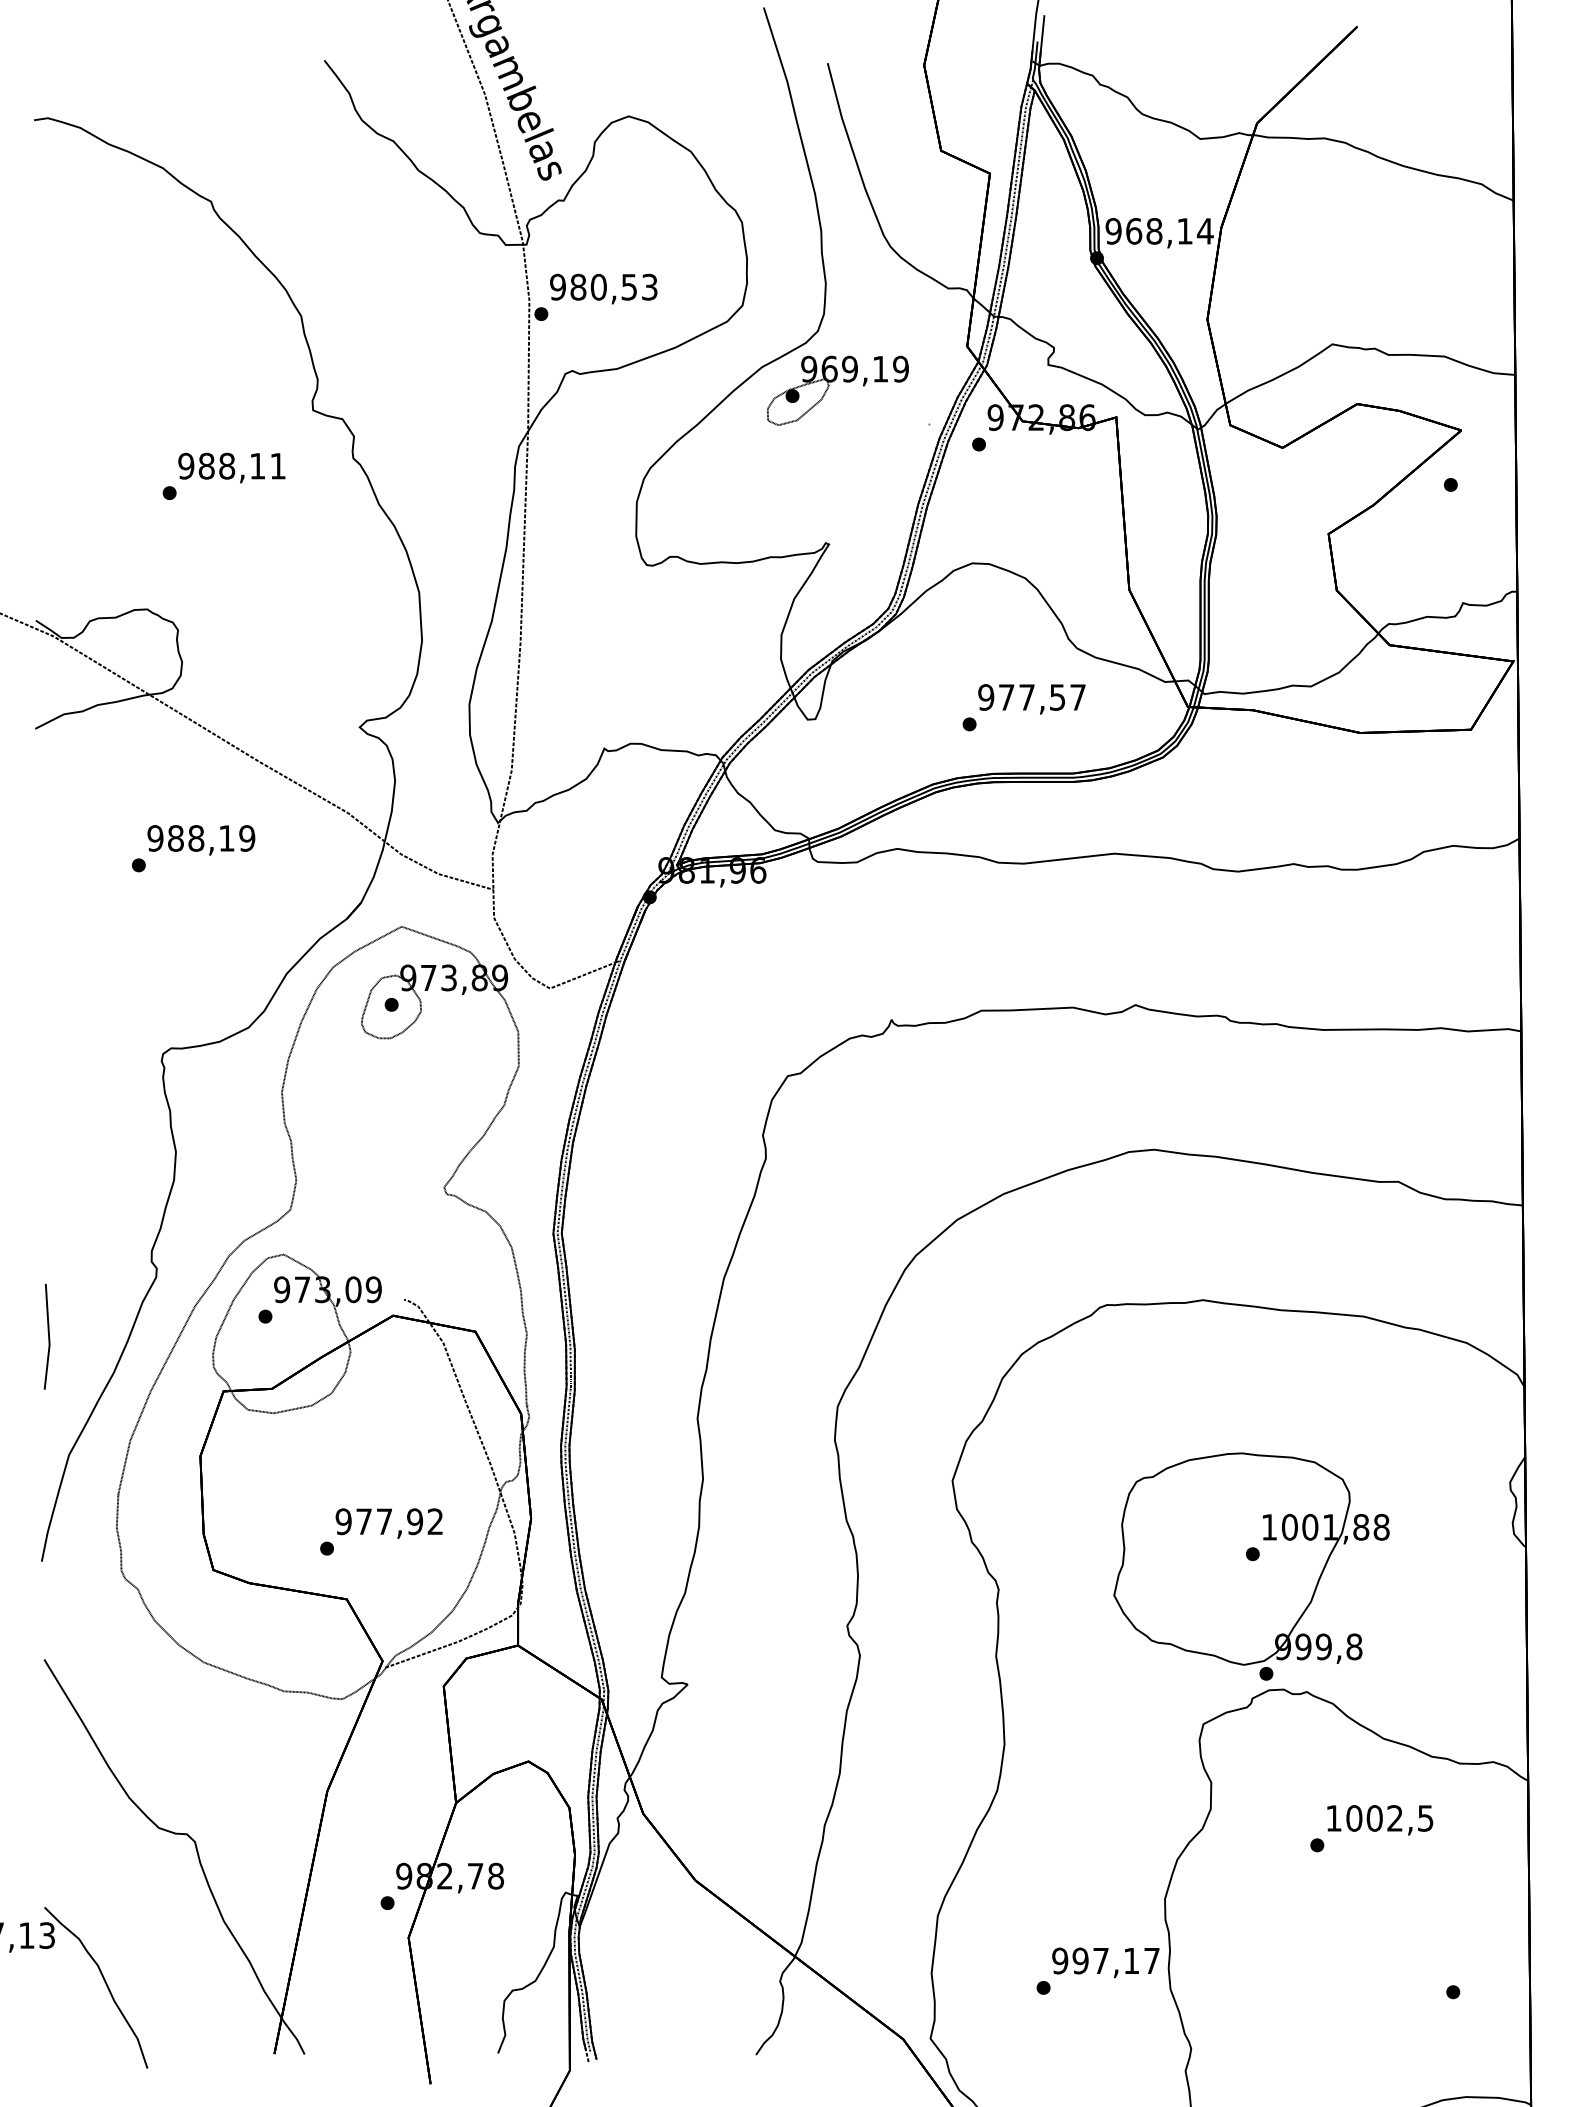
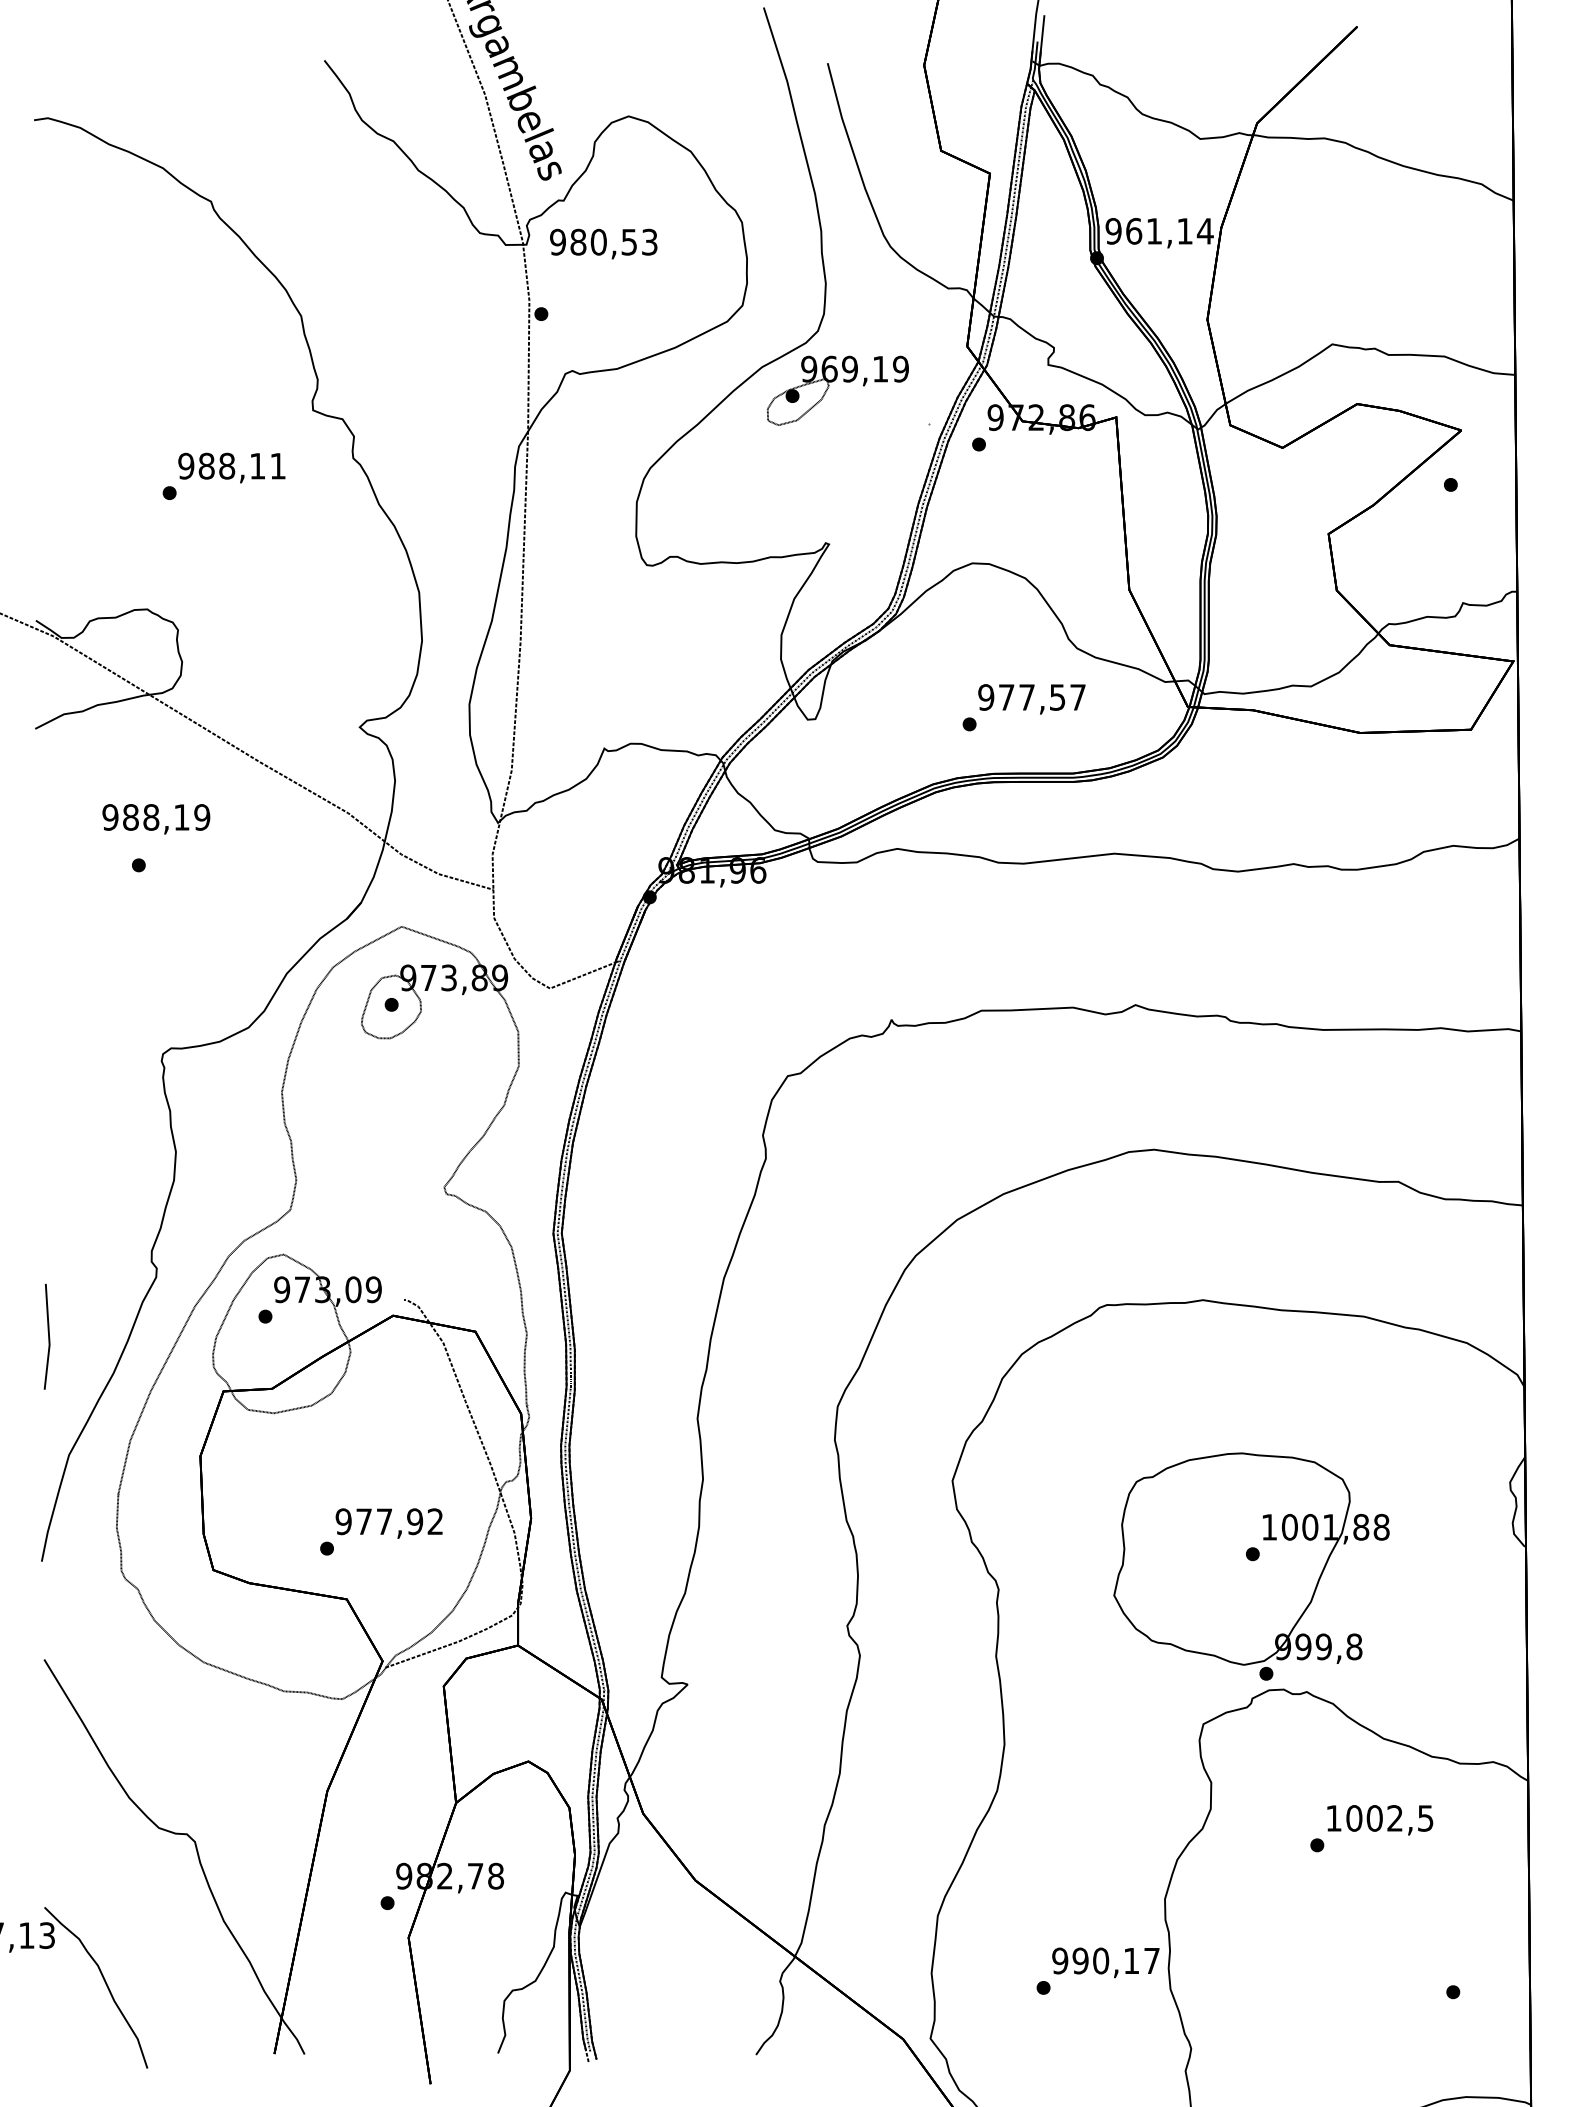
text at (1154, 231): 968,14 -> 961,14
text at (603, 288) position: (603, 288) -> (603, 243)
text at (201, 840) position: (201, 840) -> (156, 819)
text at (1101, 1960): 997,17 -> 990,17
